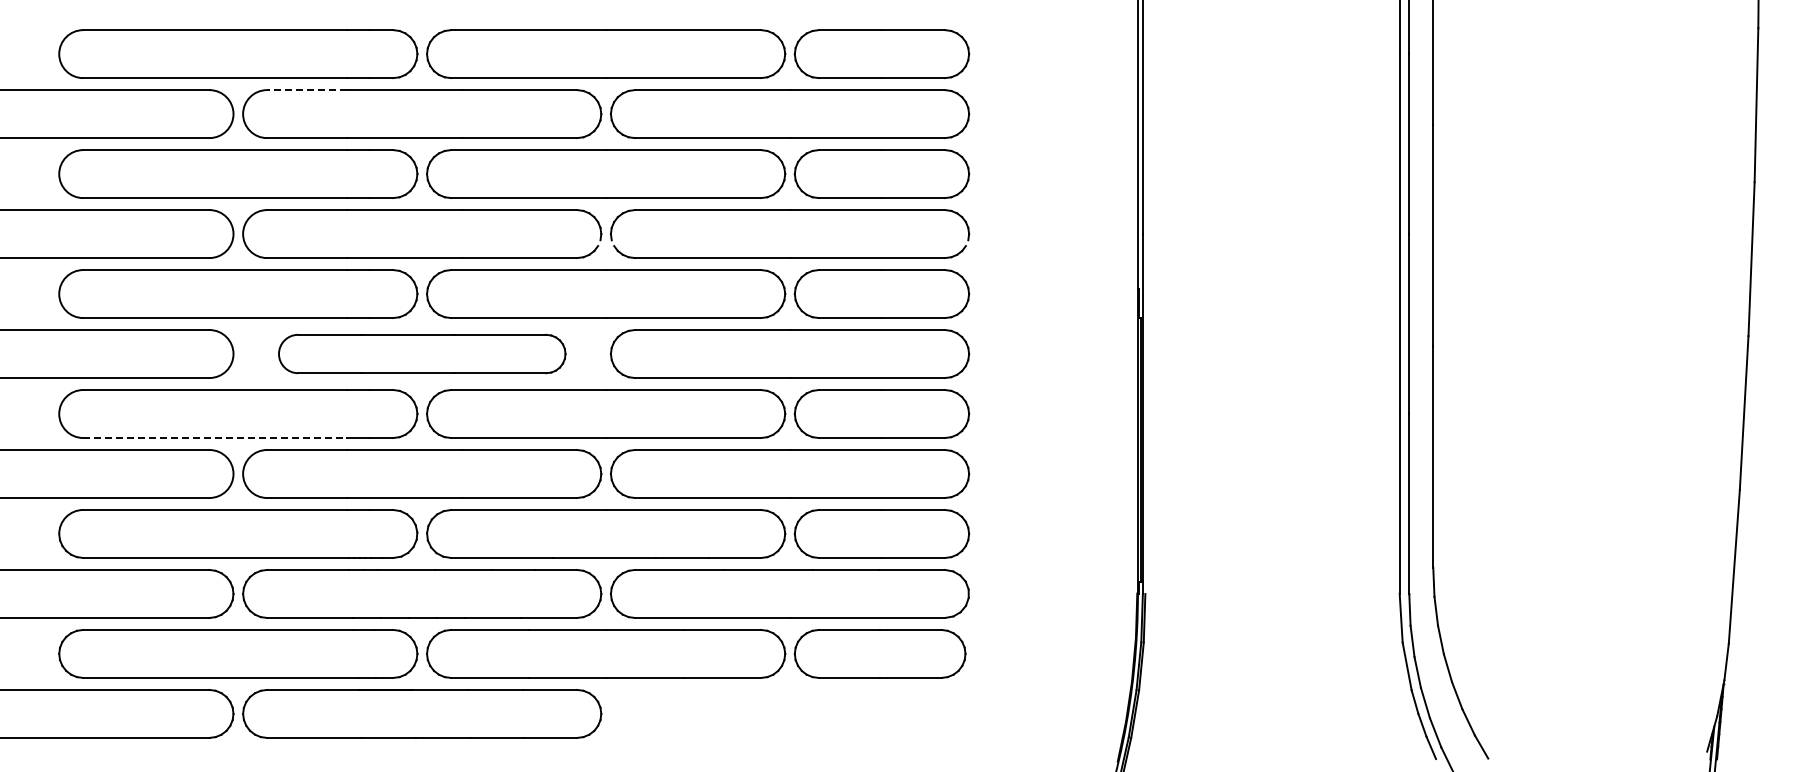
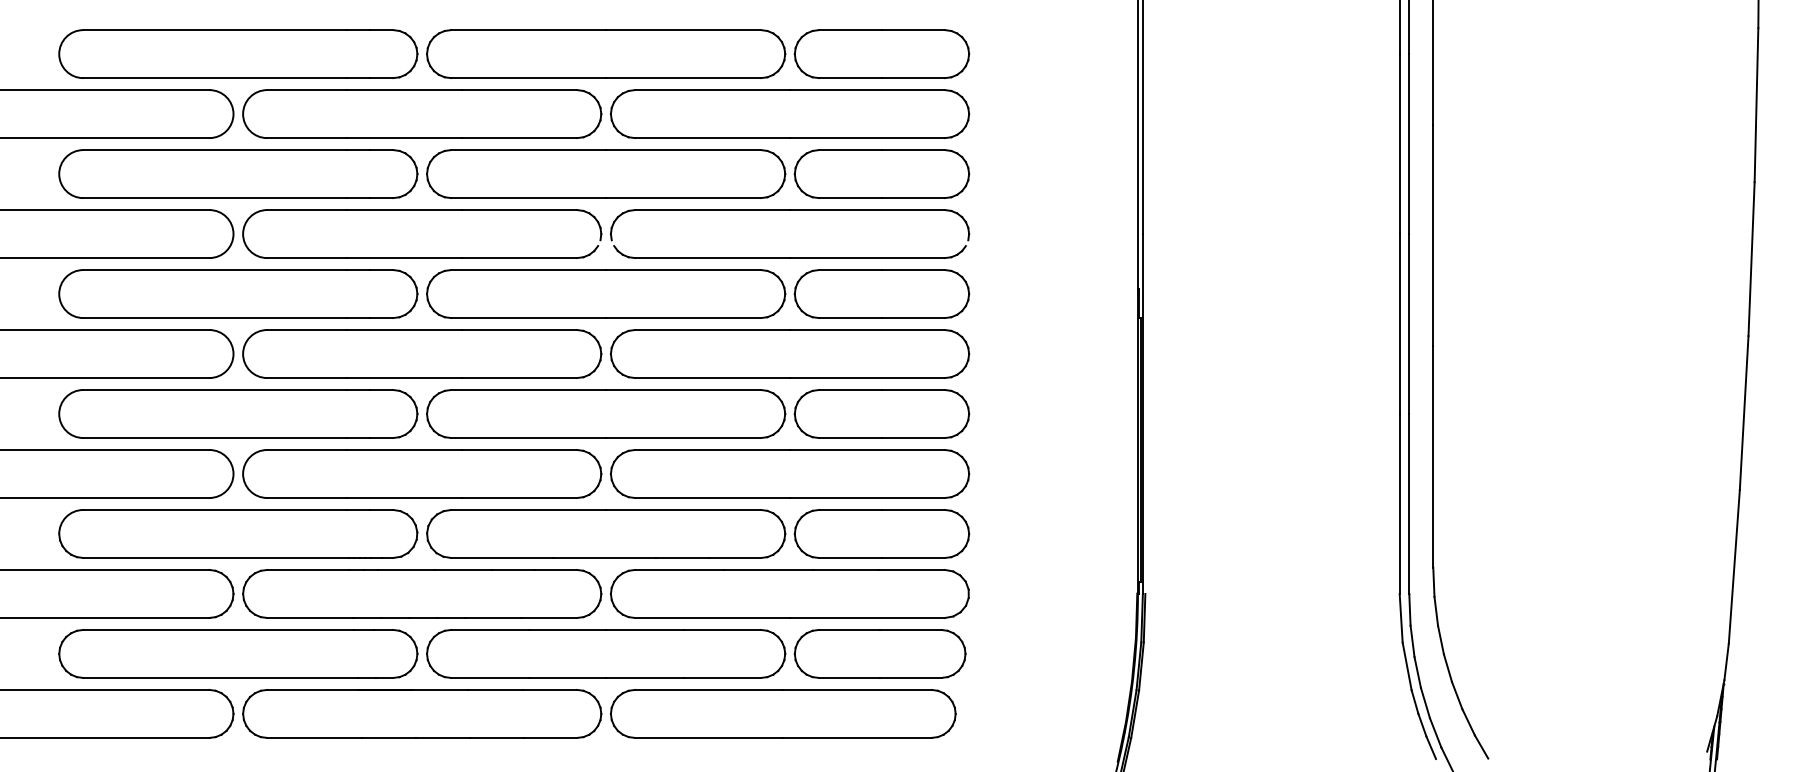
line at (306, 90): dashed -> solid
part at (422, 353) size: 289x42 px -> 361x50 px
line at (214, 438): dashed -> solid
part at (783, 713): none -> present
